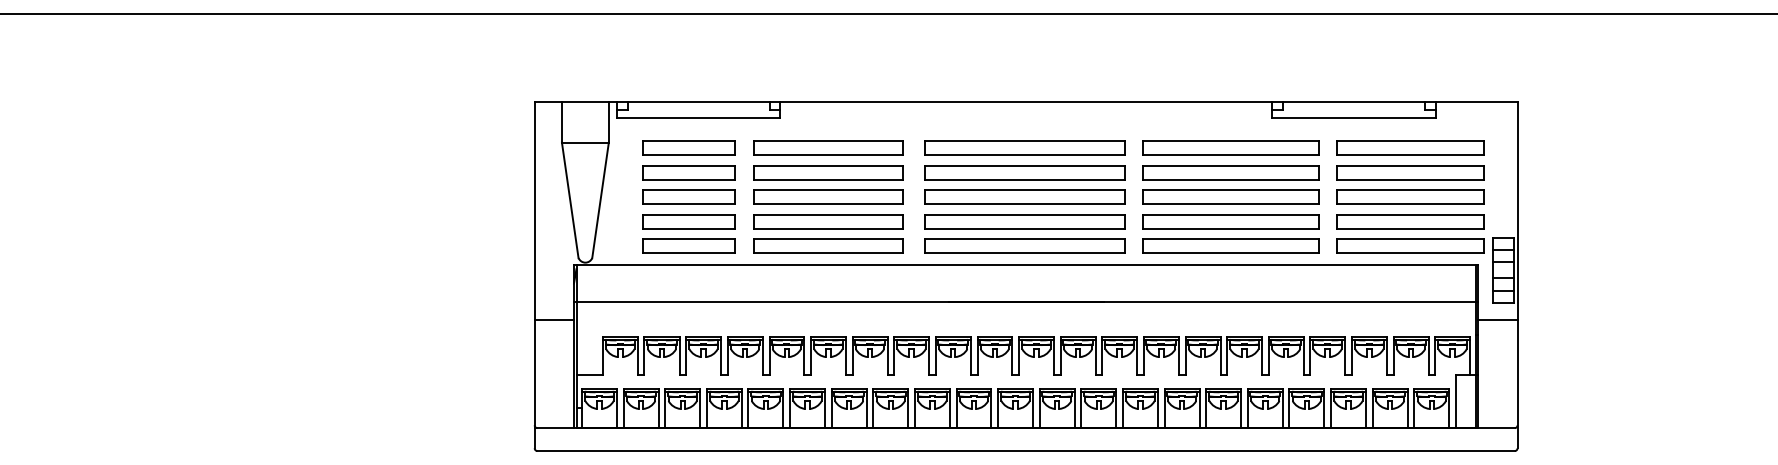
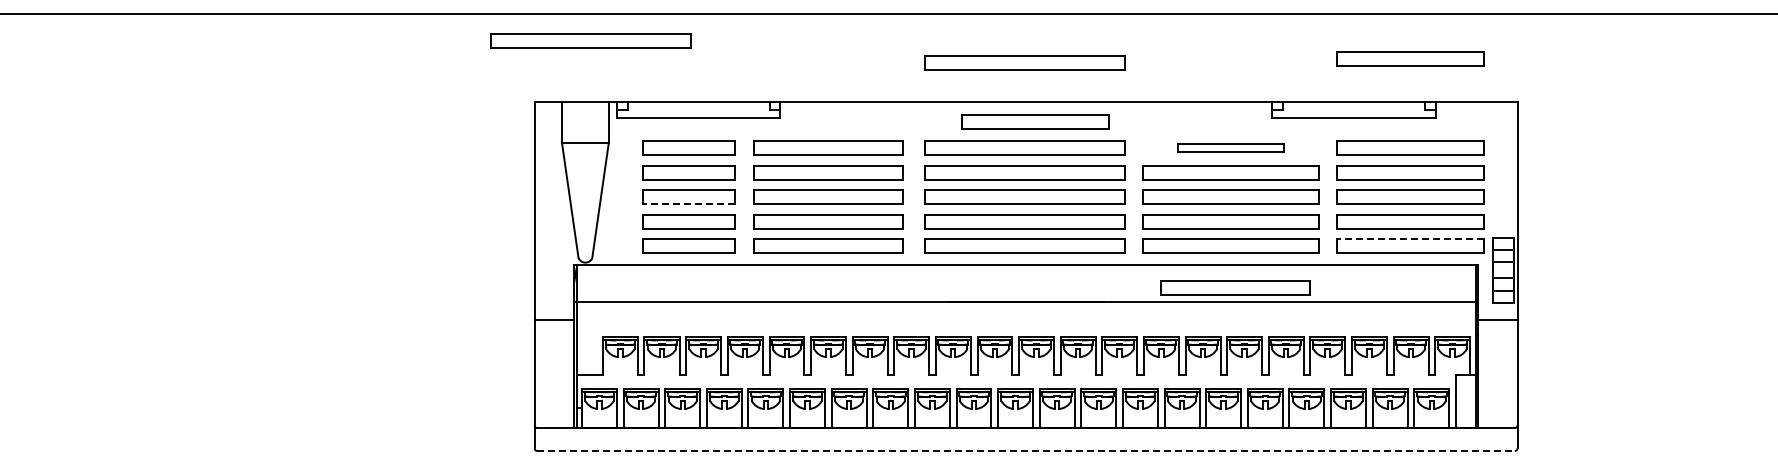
part at (590, 40): none -> present
part at (1410, 58): none -> present
part at (1024, 62): none -> present
part at (1035, 121): none -> present
part at (1230, 147) size: 178x16 px -> 108x10 px
line at (688, 204): solid -> dashed
line at (1410, 239): solid -> dashed
part at (1235, 287): none -> present
line at (1026, 451): solid -> dashed
